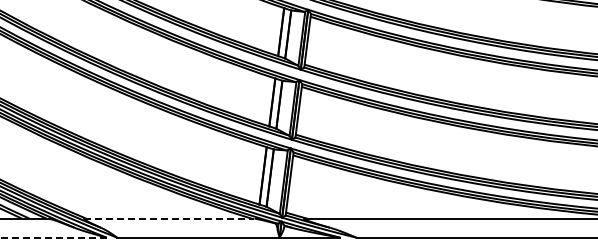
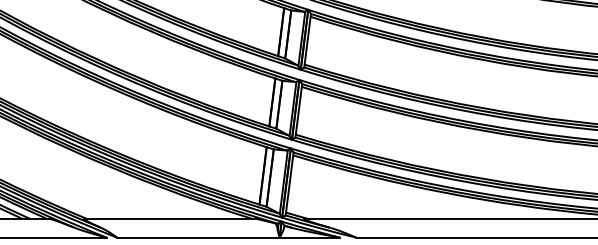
line at (169, 218): dashed -> solid
line at (52, 237): dashed -> solid
